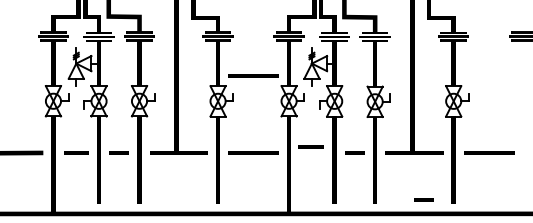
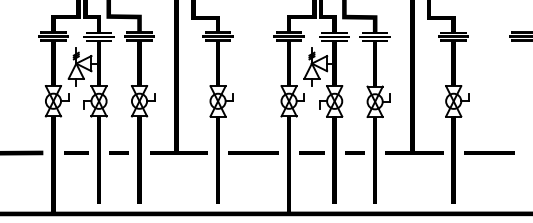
line at (253, 75): present -> none
line at (310, 146) position: (310, 146) -> (311, 152)
line at (423, 199): present -> none
